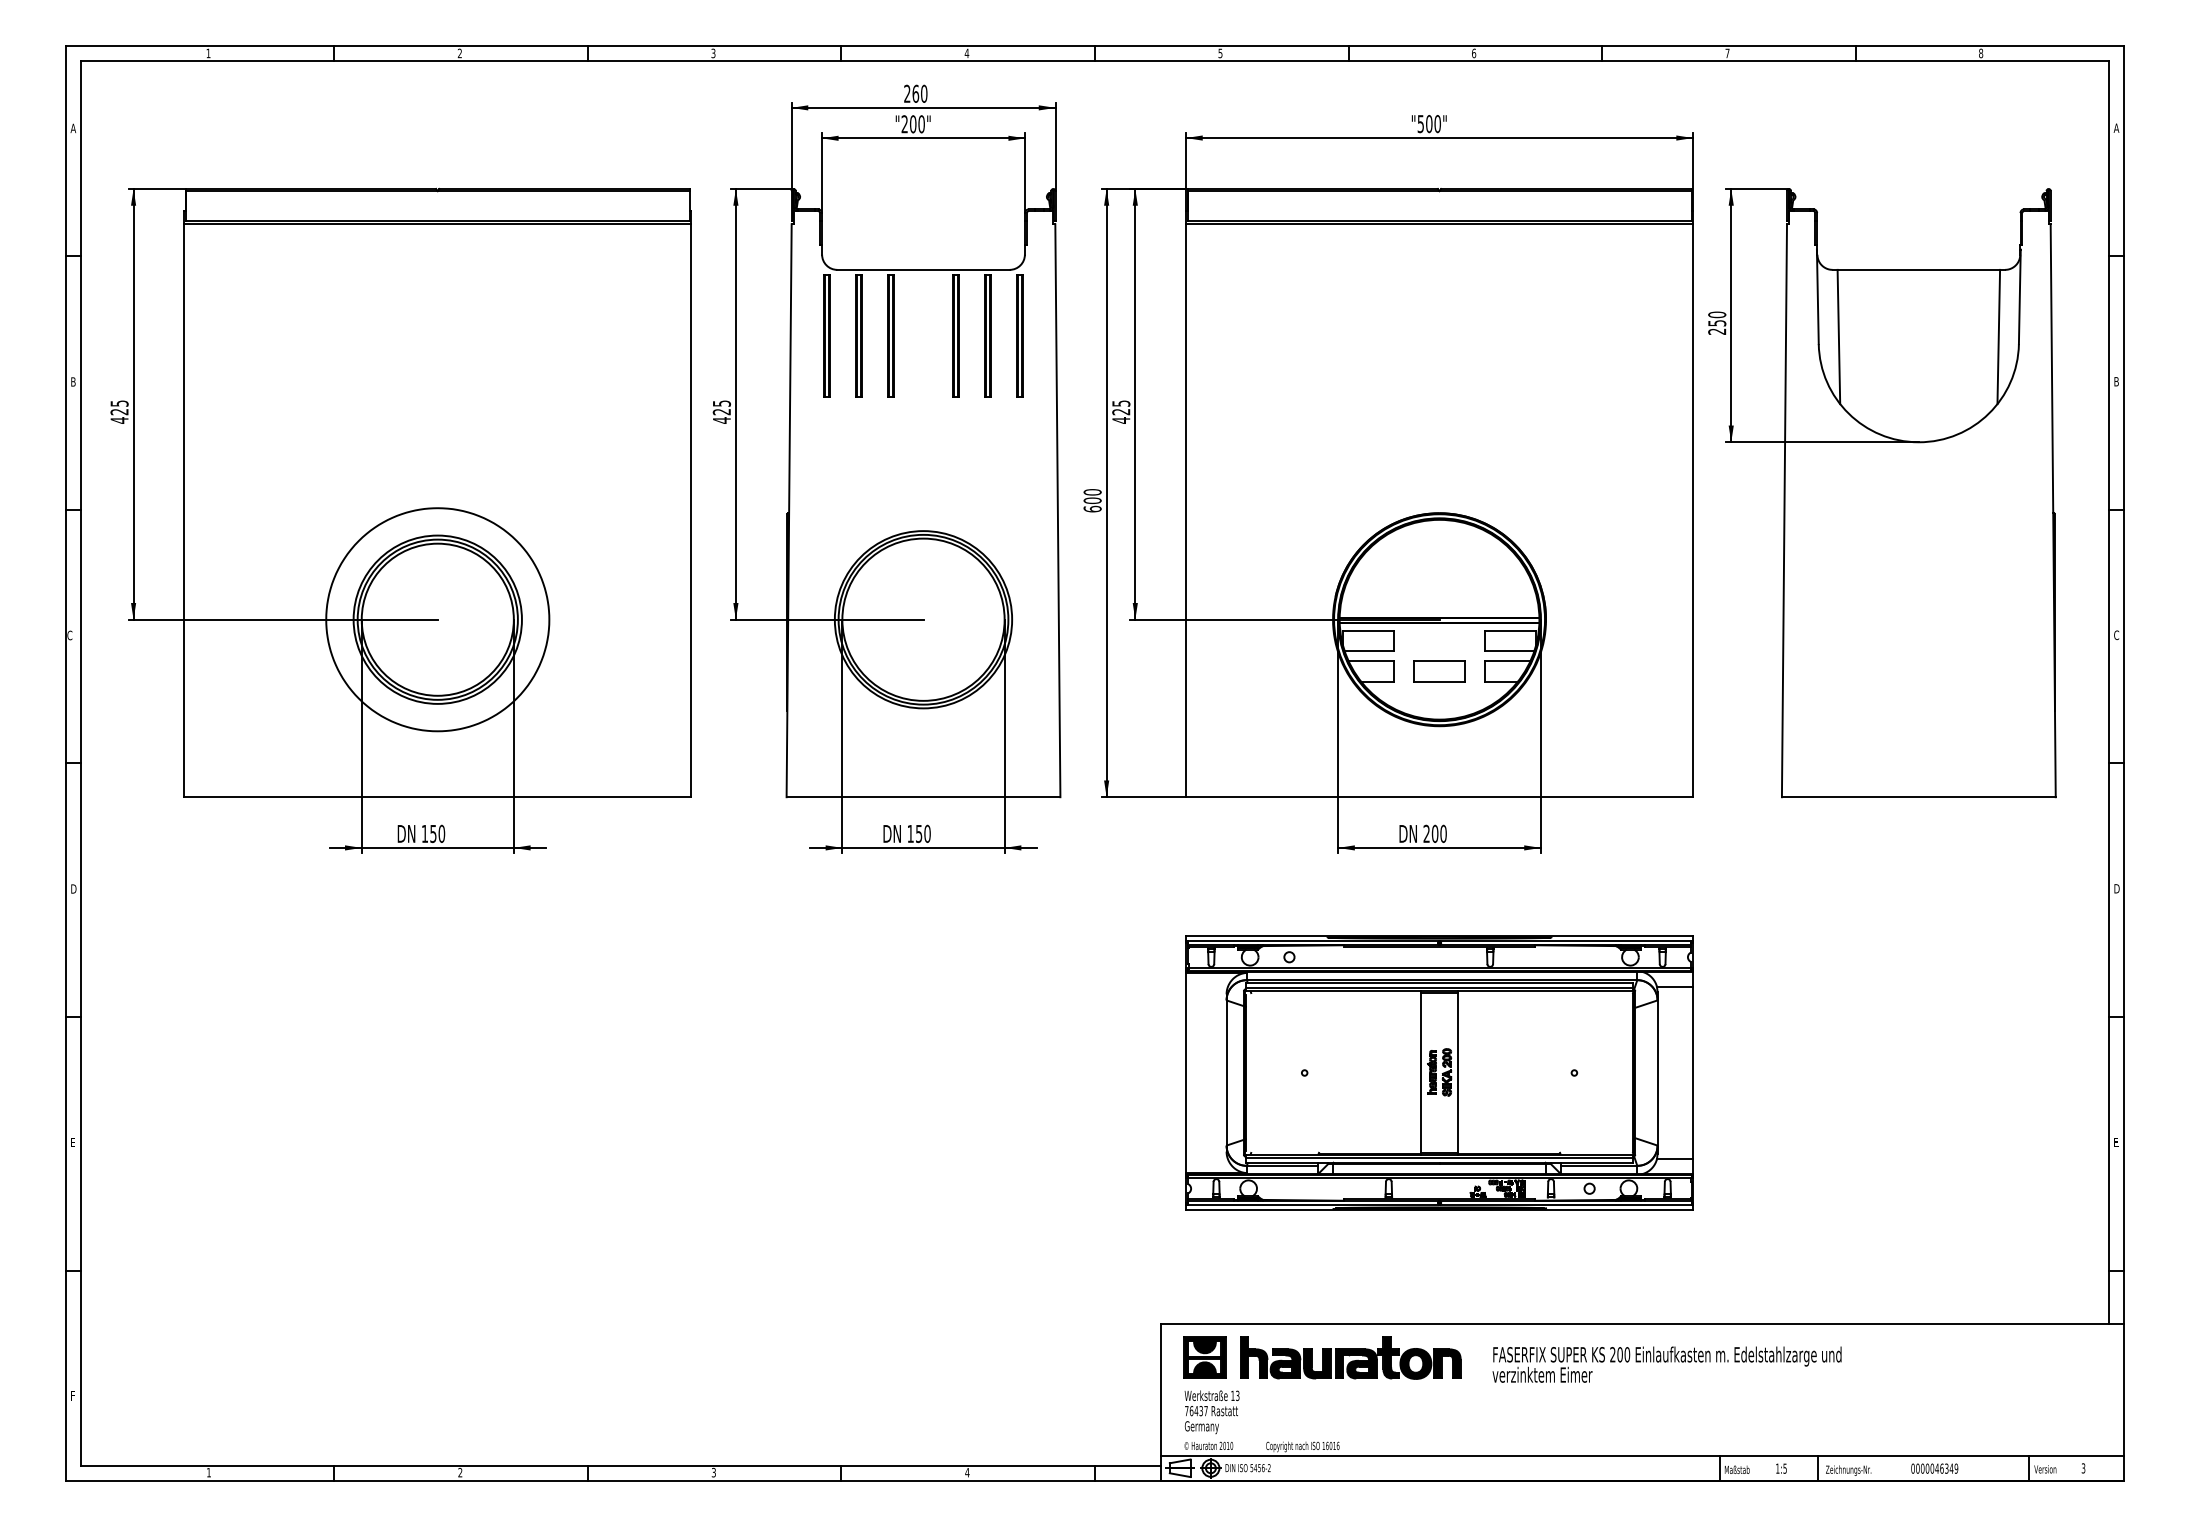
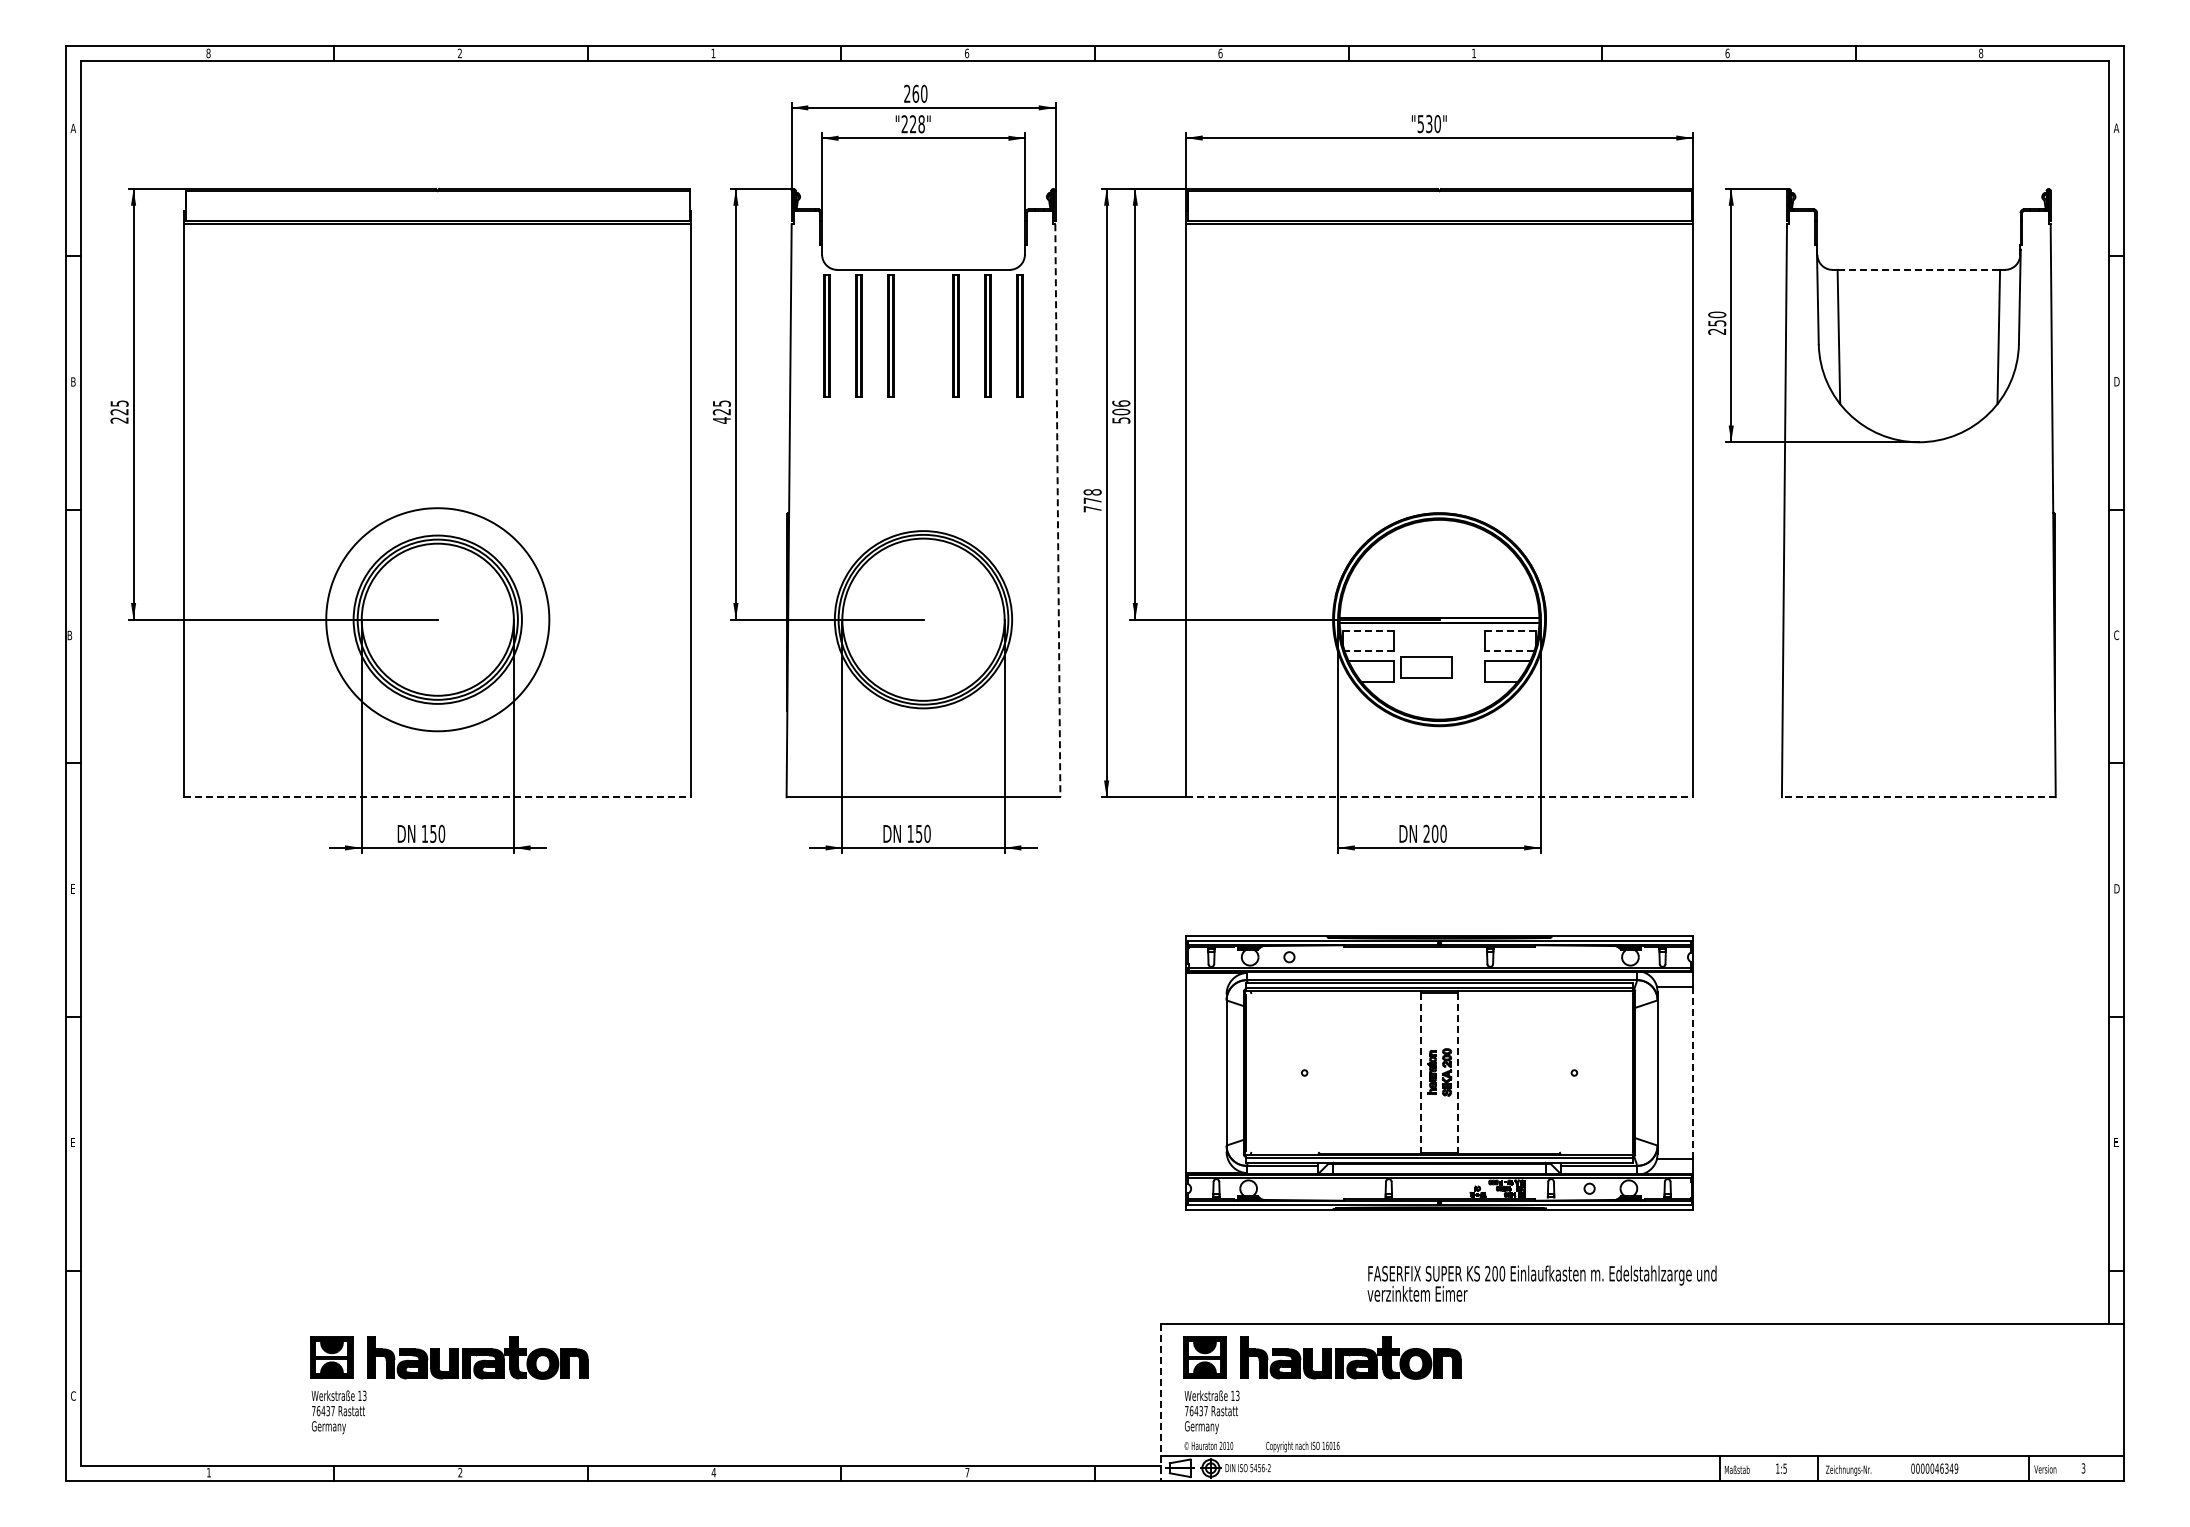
text at (208, 53): 1 -> 8
text at (713, 53): 3 -> 1
text at (966, 53): 4 -> 6
text at (1220, 53): 5 -> 6
text at (1474, 53): 6 -> 1
text at (1727, 53): 7 -> 6
text at (917, 124): "200" -> "228"
text at (1429, 124): "500" -> "530"
line at (1919, 269): solid -> dashed
text at (2117, 381): B -> D
text at (1121, 411): 425 -> 506
text at (119, 420): 425 -> 225
text at (1092, 500): 600 -> 778
line at (1057, 511): solid -> dashed
line at (1369, 631): solid -> dashed
line at (1511, 631): solid -> dashed
text at (69, 635): C -> B
line at (1369, 651): solid -> dashed
line at (1509, 651): solid -> dashed
part at (1439, 671) position: (1439, 671) -> (1426, 667)
line at (437, 797): solid -> dashed
line at (1439, 797): solid -> dashed
line at (1918, 797): solid -> dashed
text at (73, 888): D -> E
line at (1693, 1072): solid -> dashed
line at (1420, 1073): solid -> dashed
line at (1458, 1073): solid -> dashed
text at (1666, 1364) position: (1666, 1364) -> (1541, 1283)
part at (449, 1378): none -> present
text at (73, 1395): F -> C
line at (1160, 1402): solid -> dashed
text at (713, 1472): 3 -> 4
text at (967, 1472): 4 -> 7
